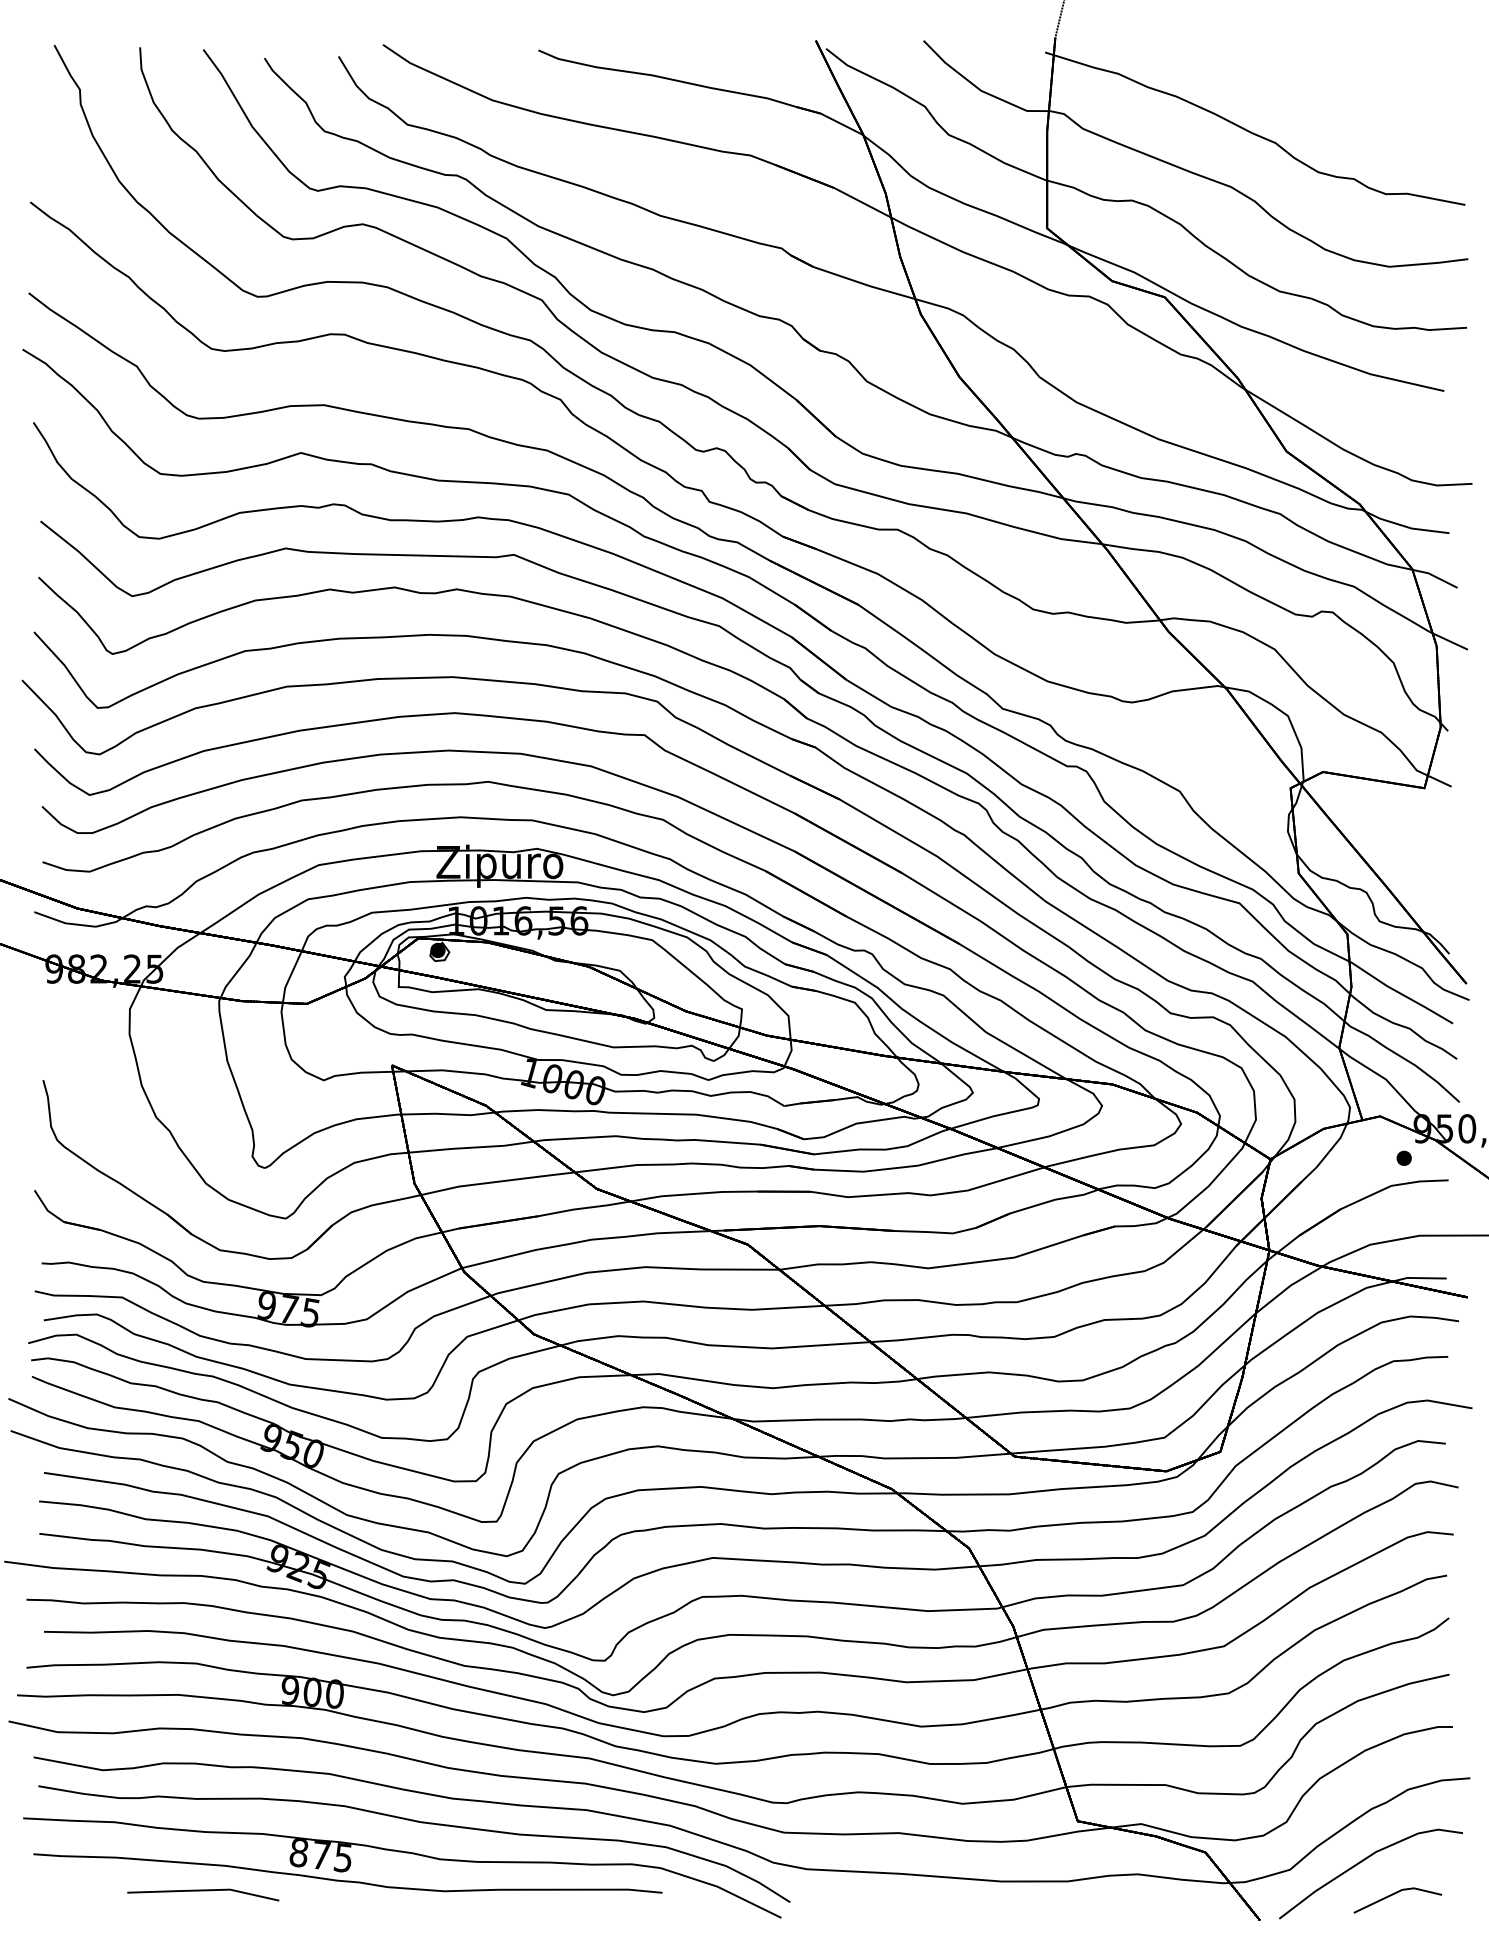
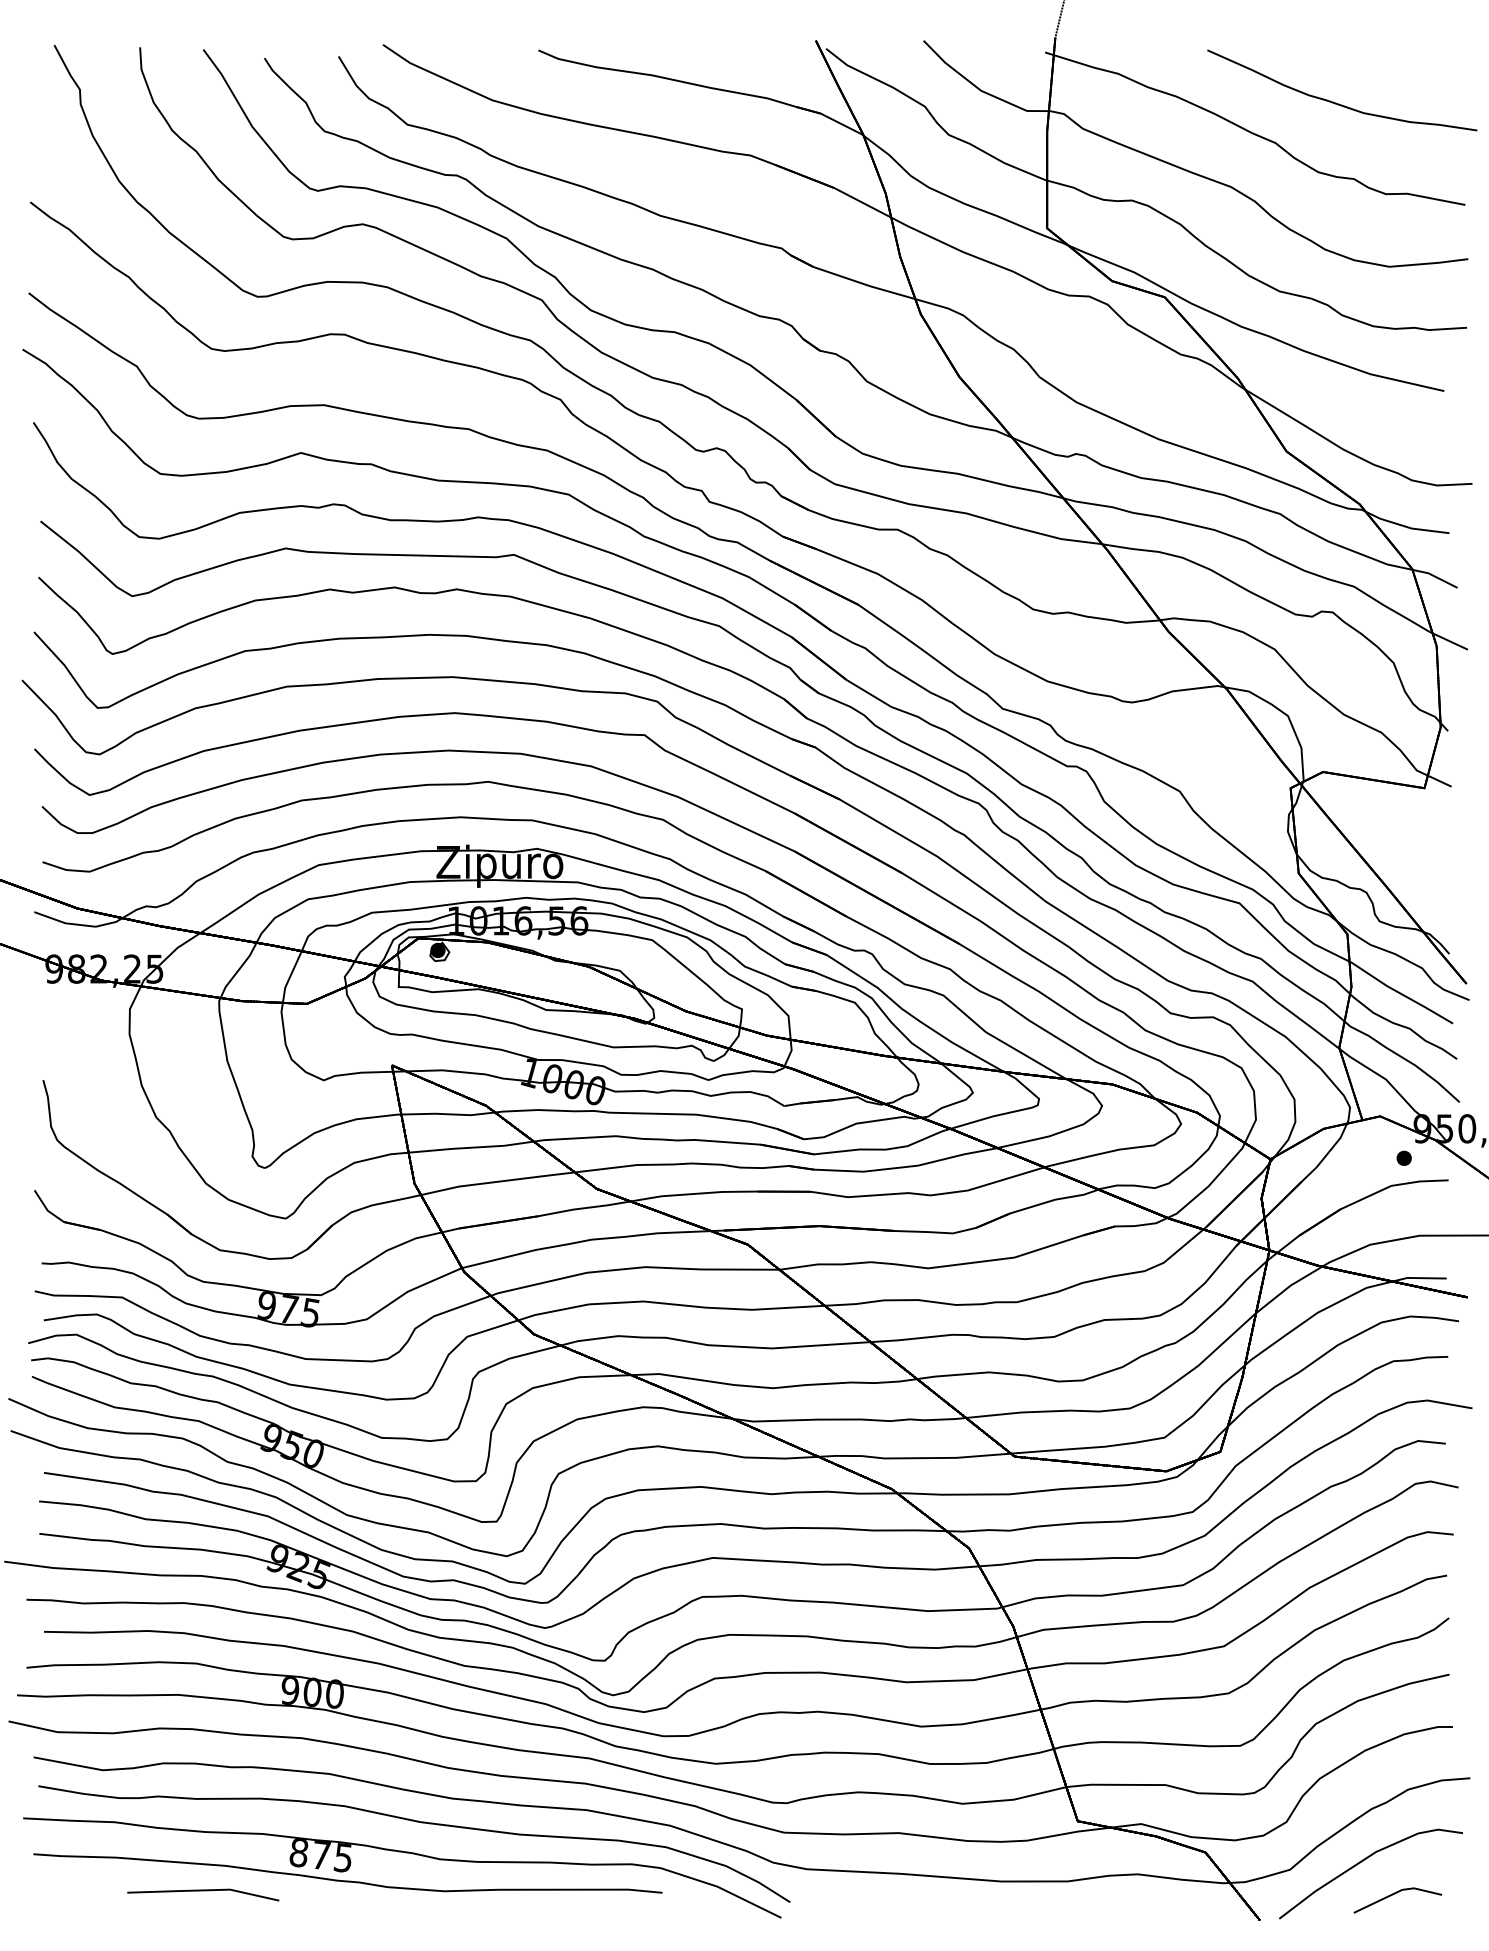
part at (1339, 103): none -> present
